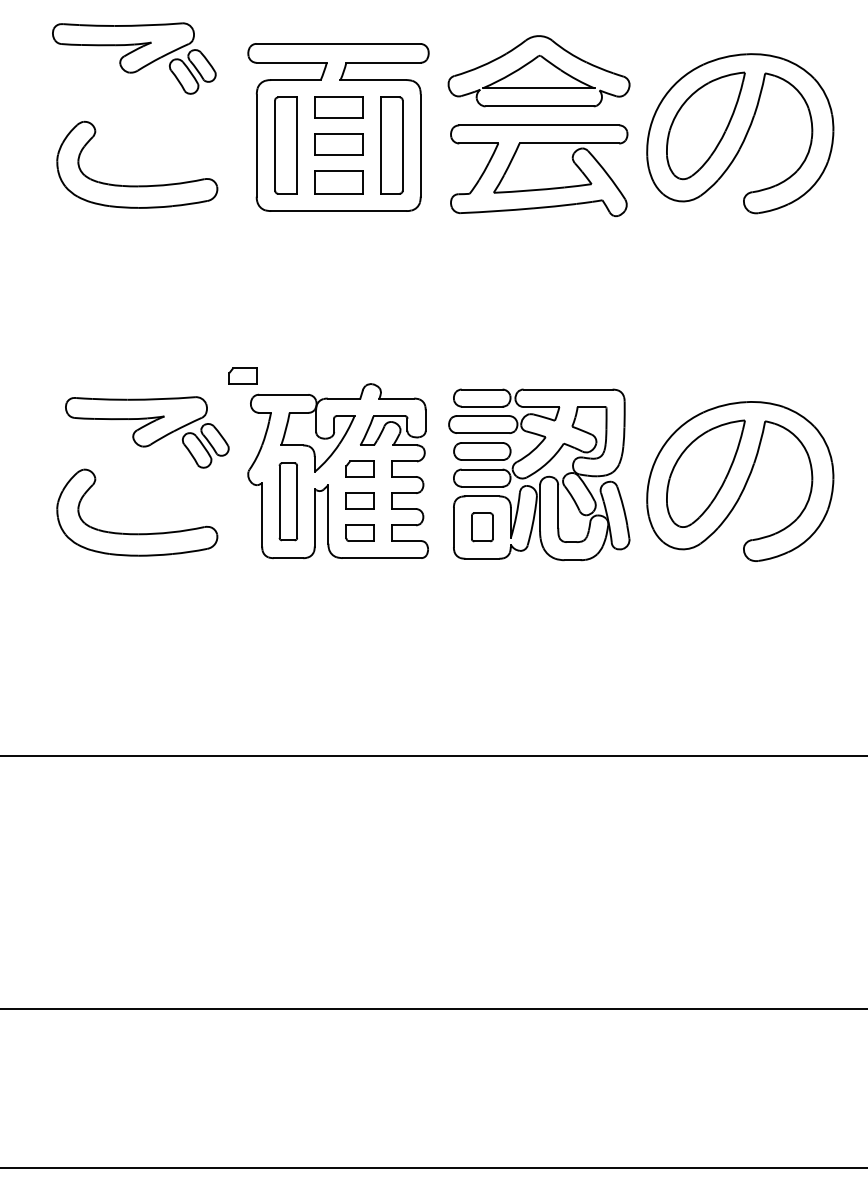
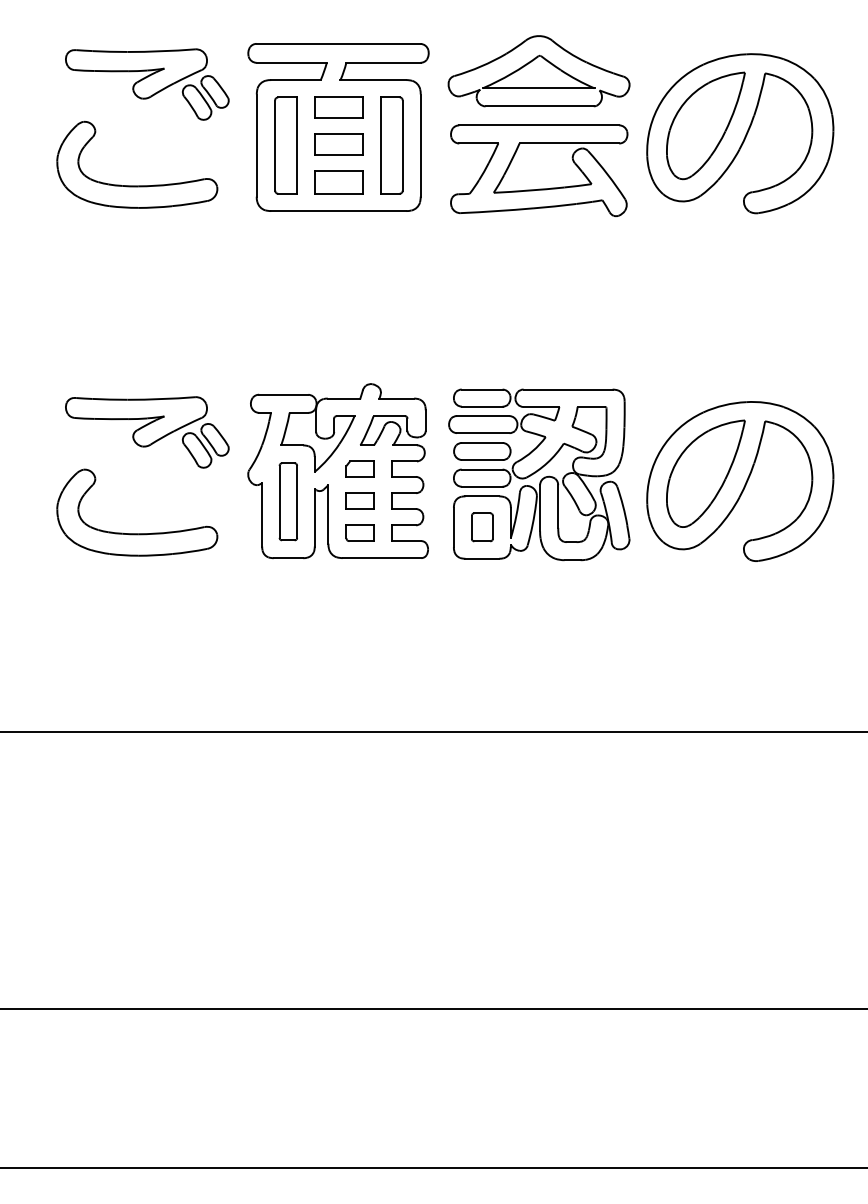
part at (134, 58) position: (134, 58) -> (147, 84)
part at (242, 375): present -> none
line at (433, 756) position: (433, 756) -> (433, 732)
